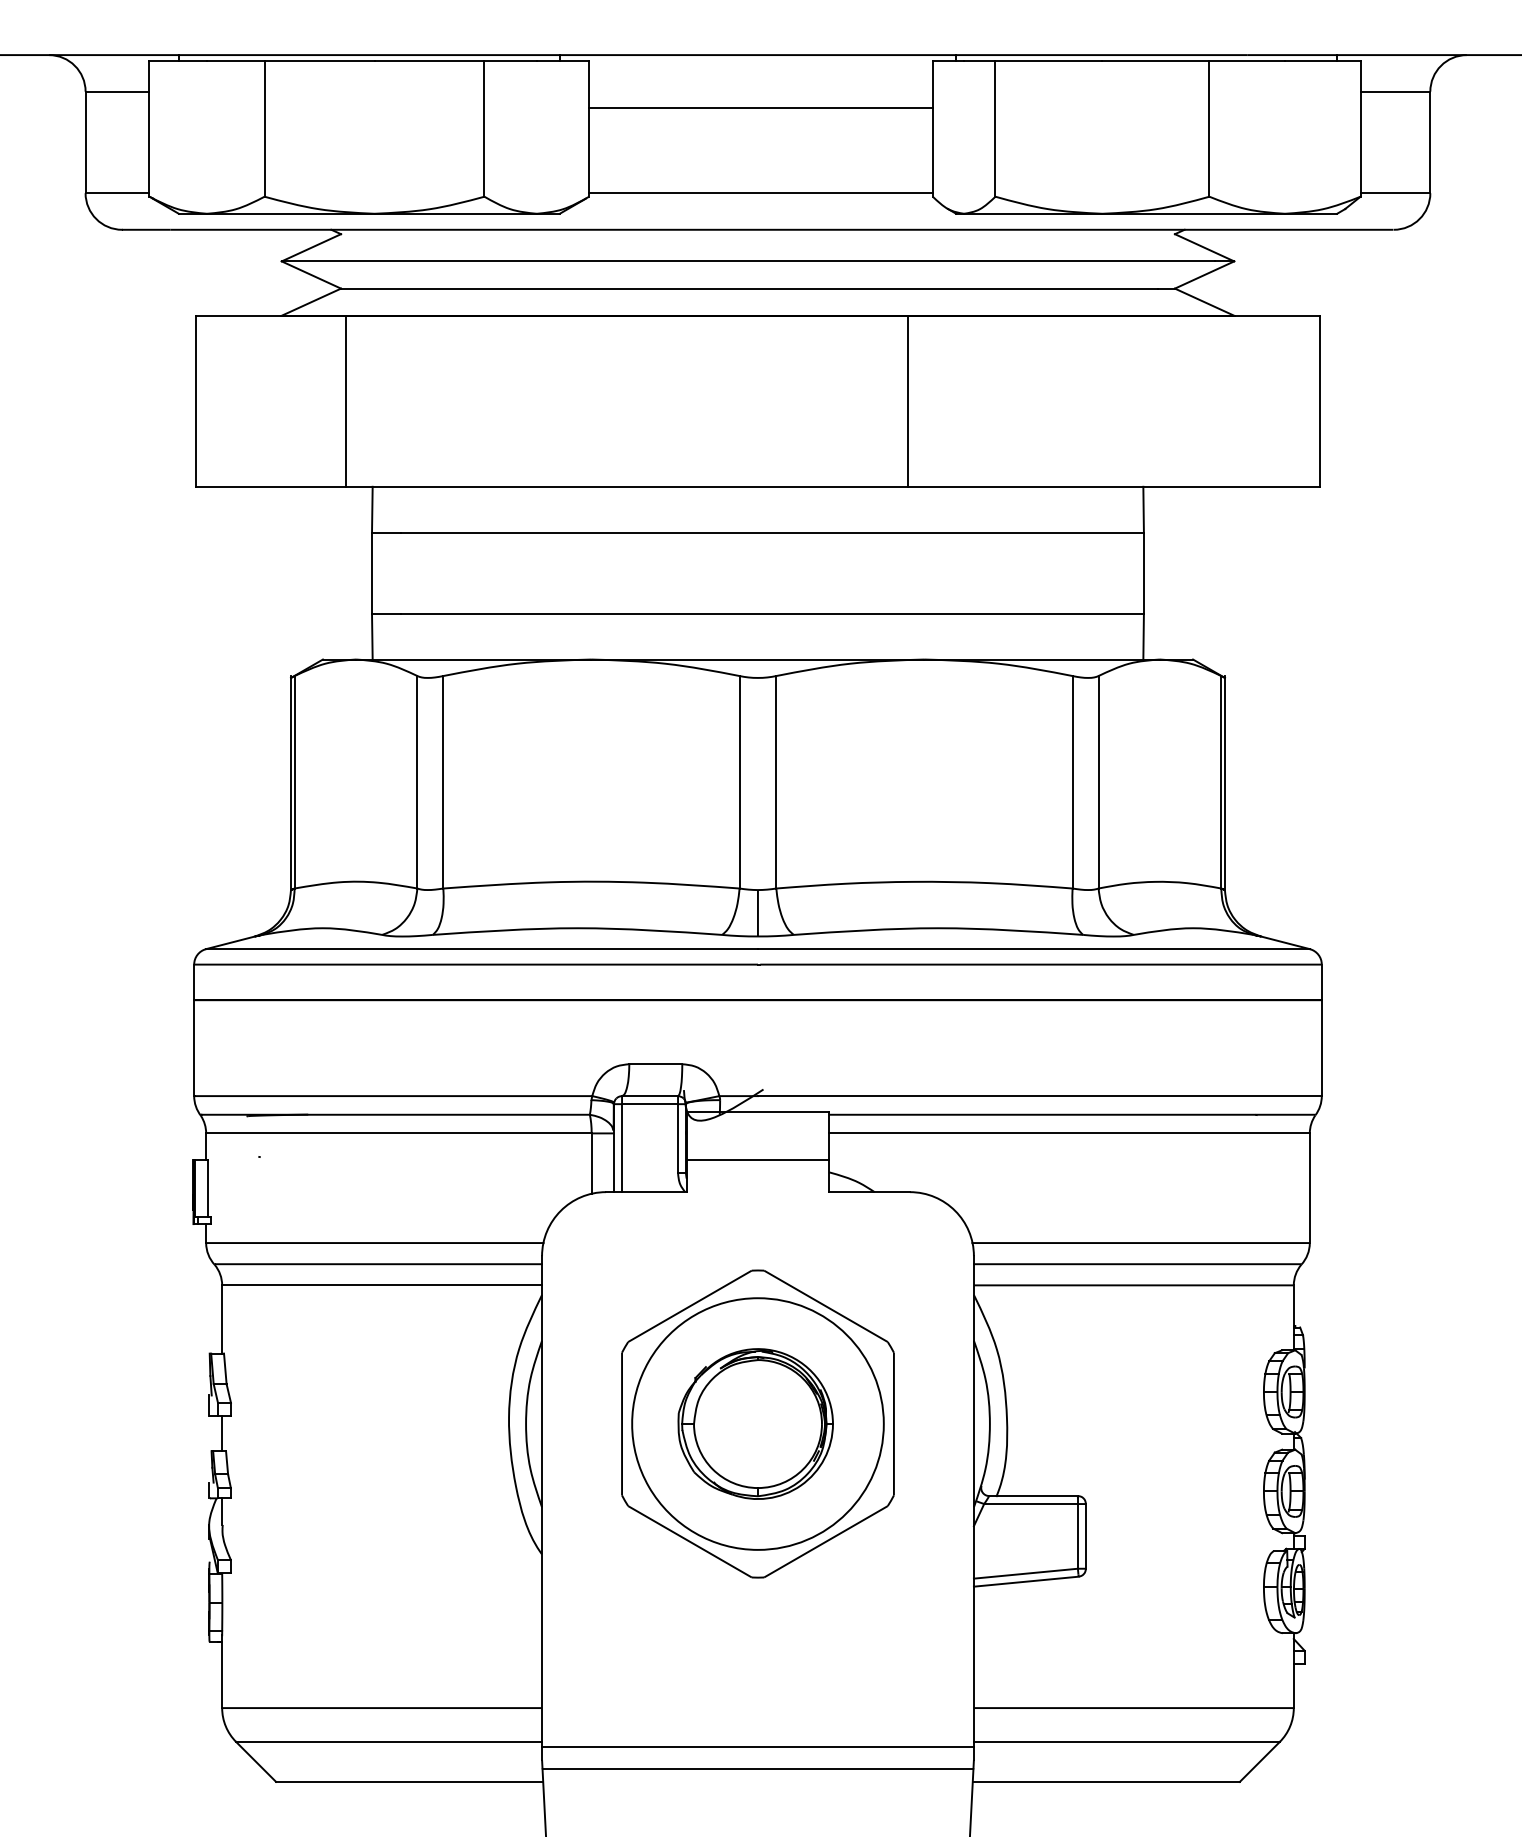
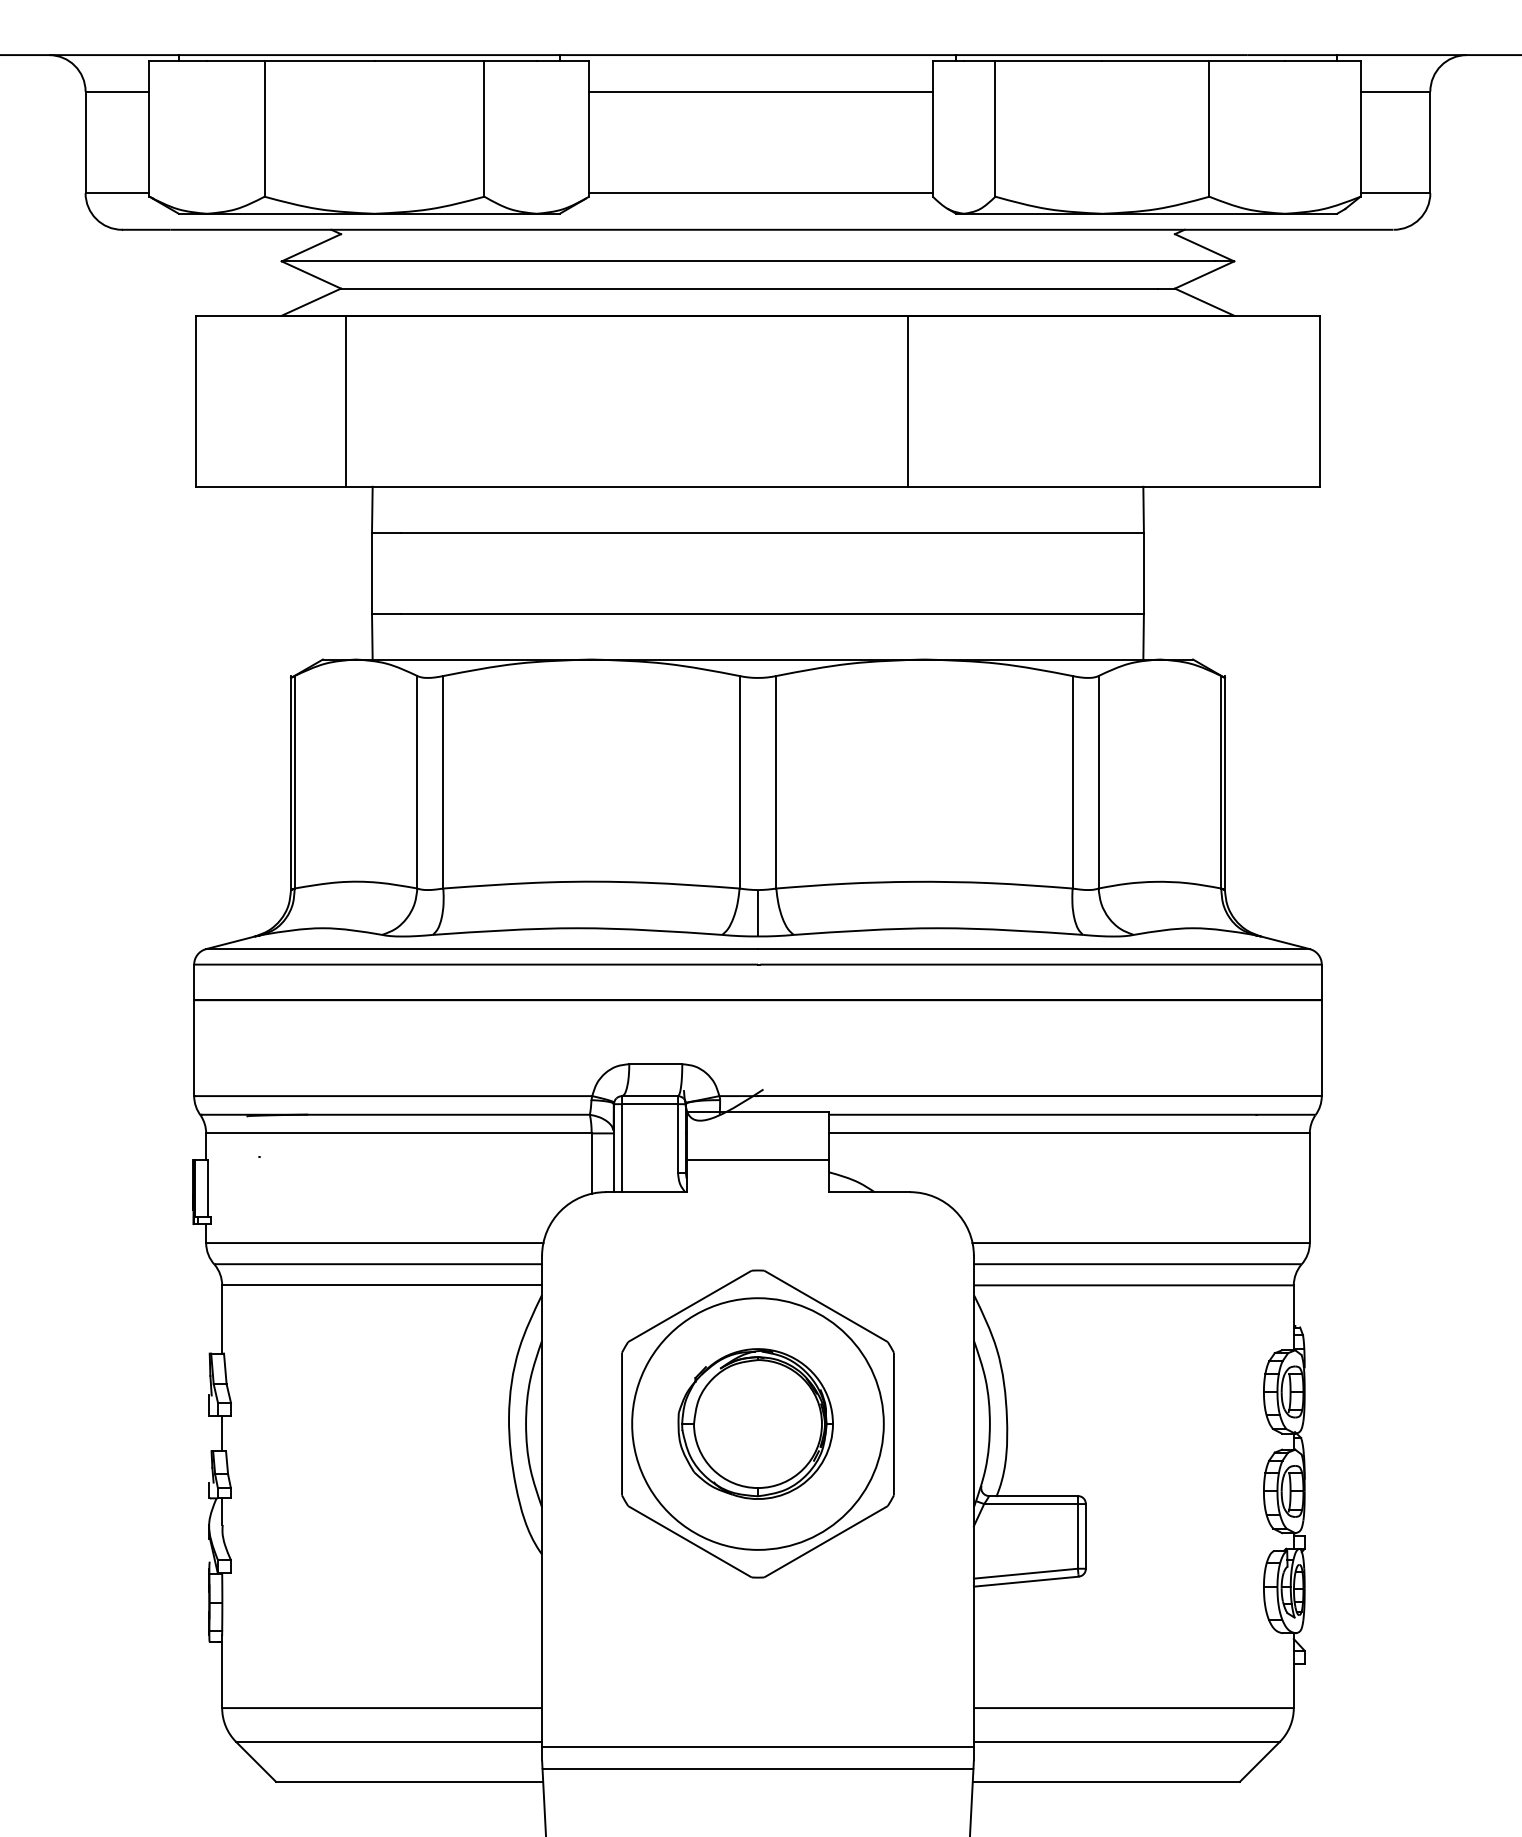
line at (760, 107) position: (760, 107) -> (760, 91)
